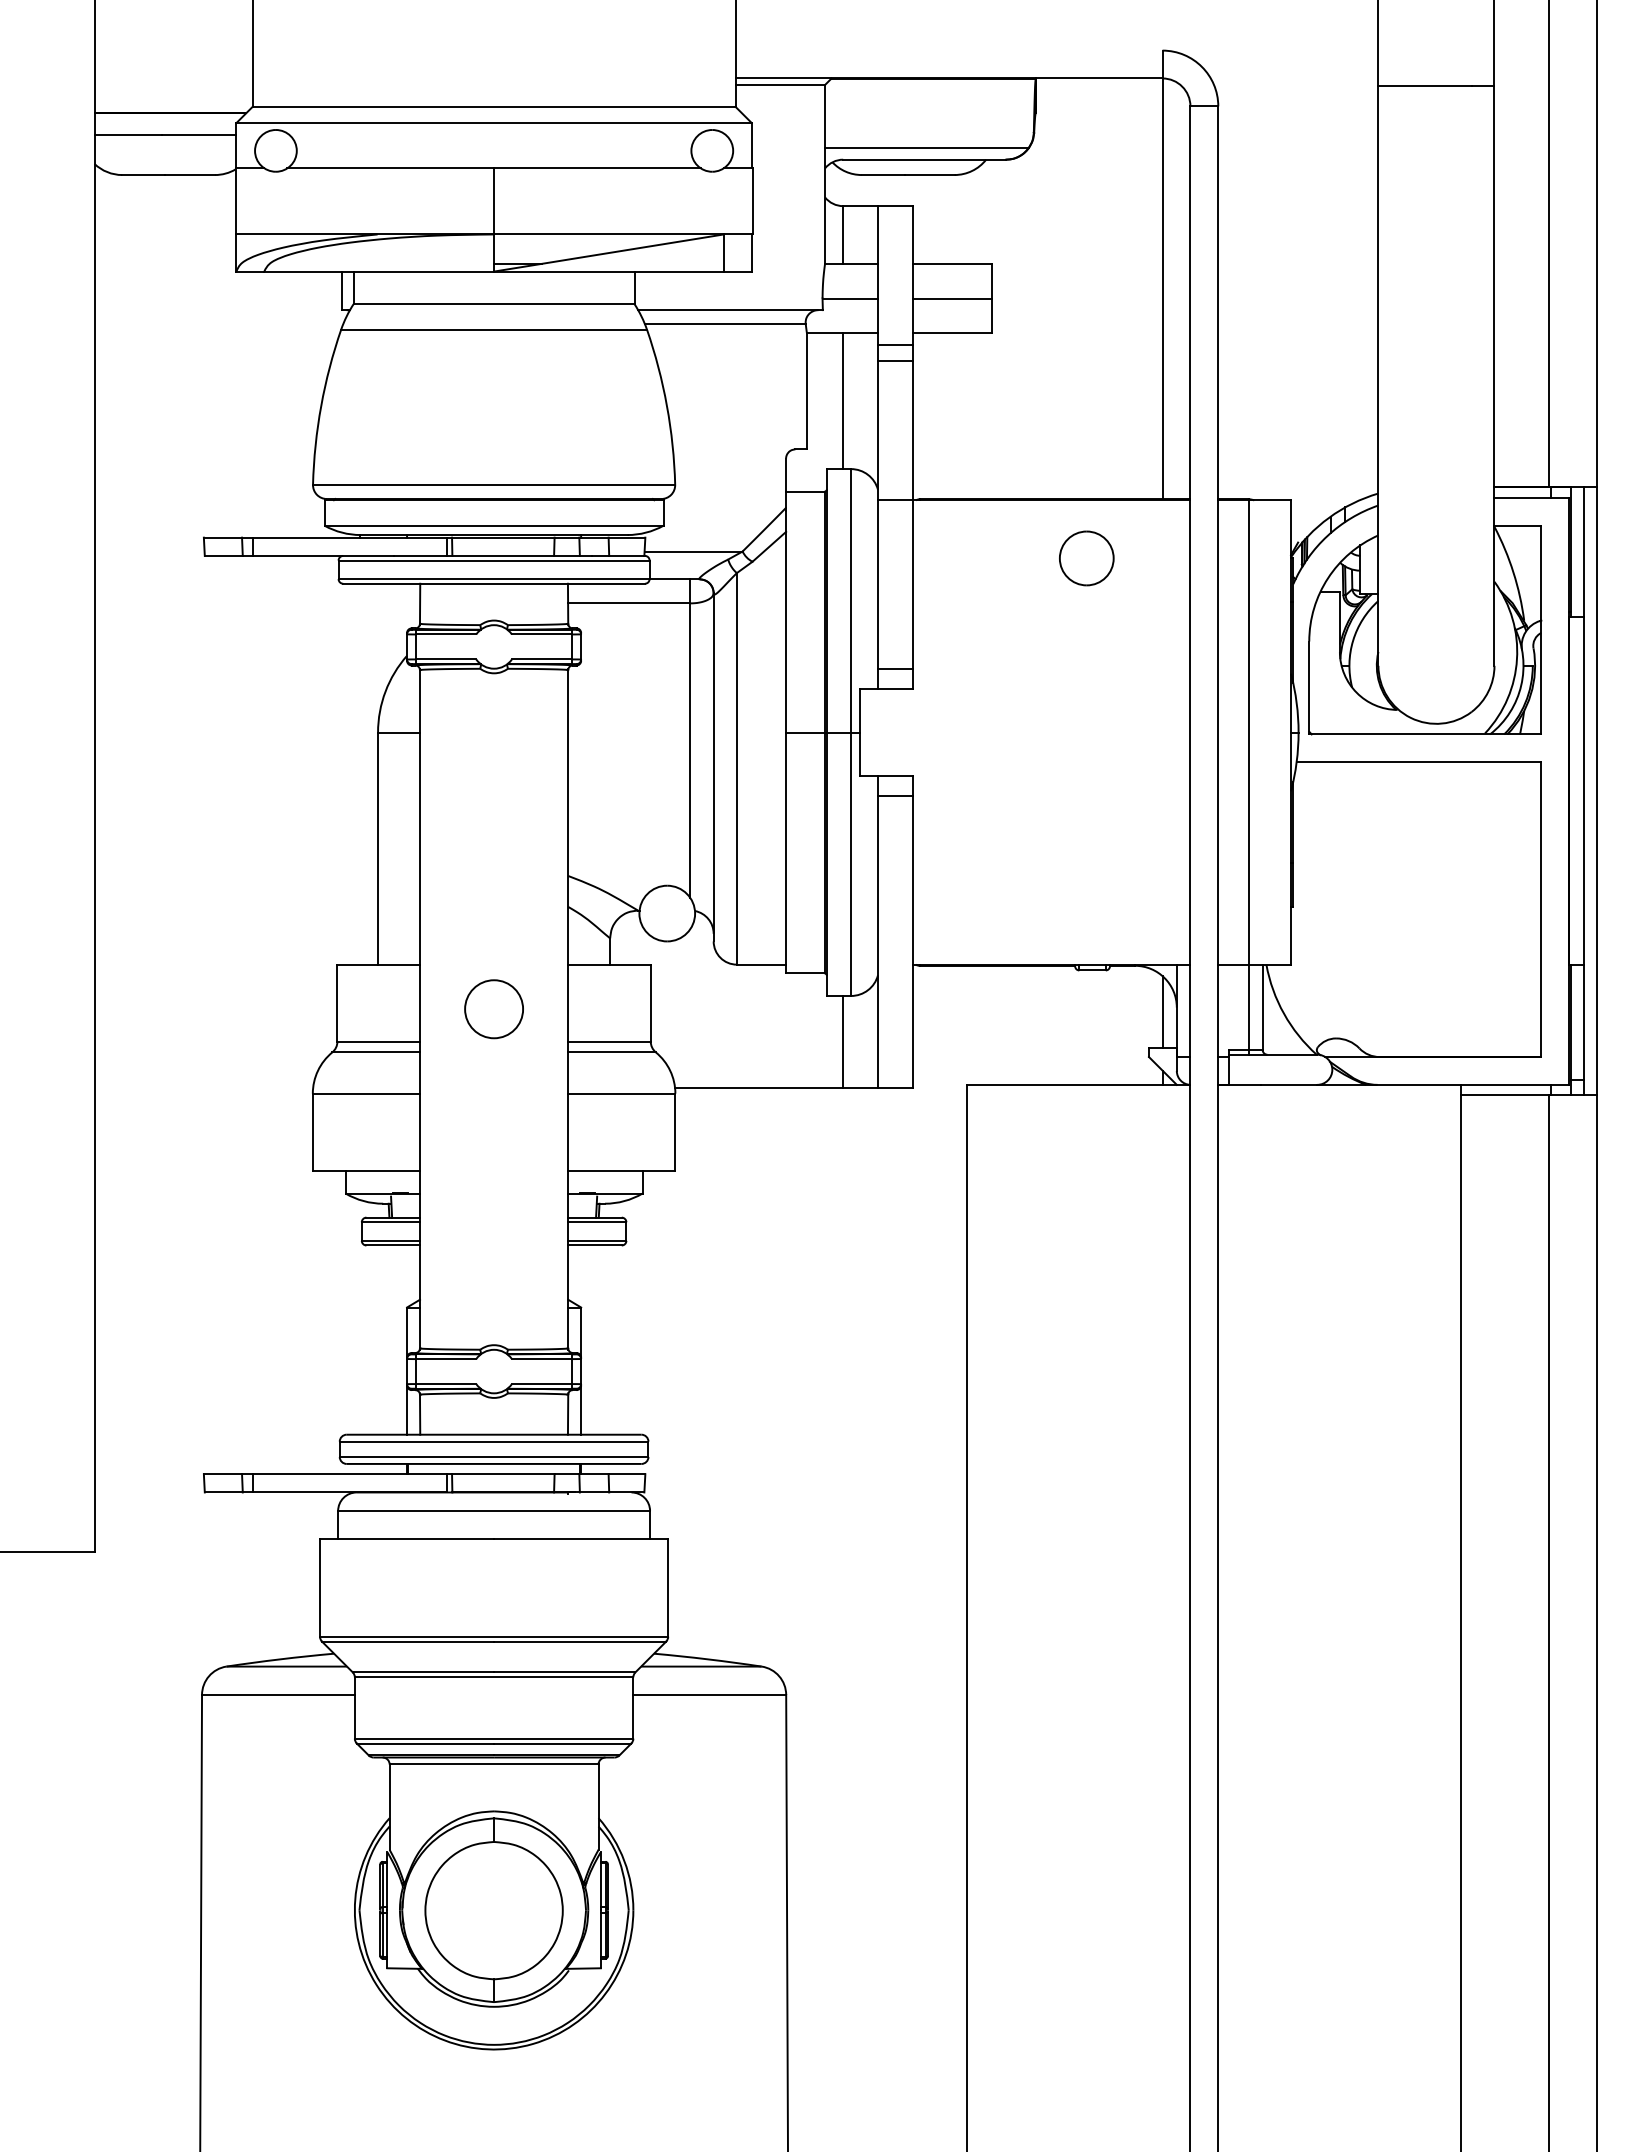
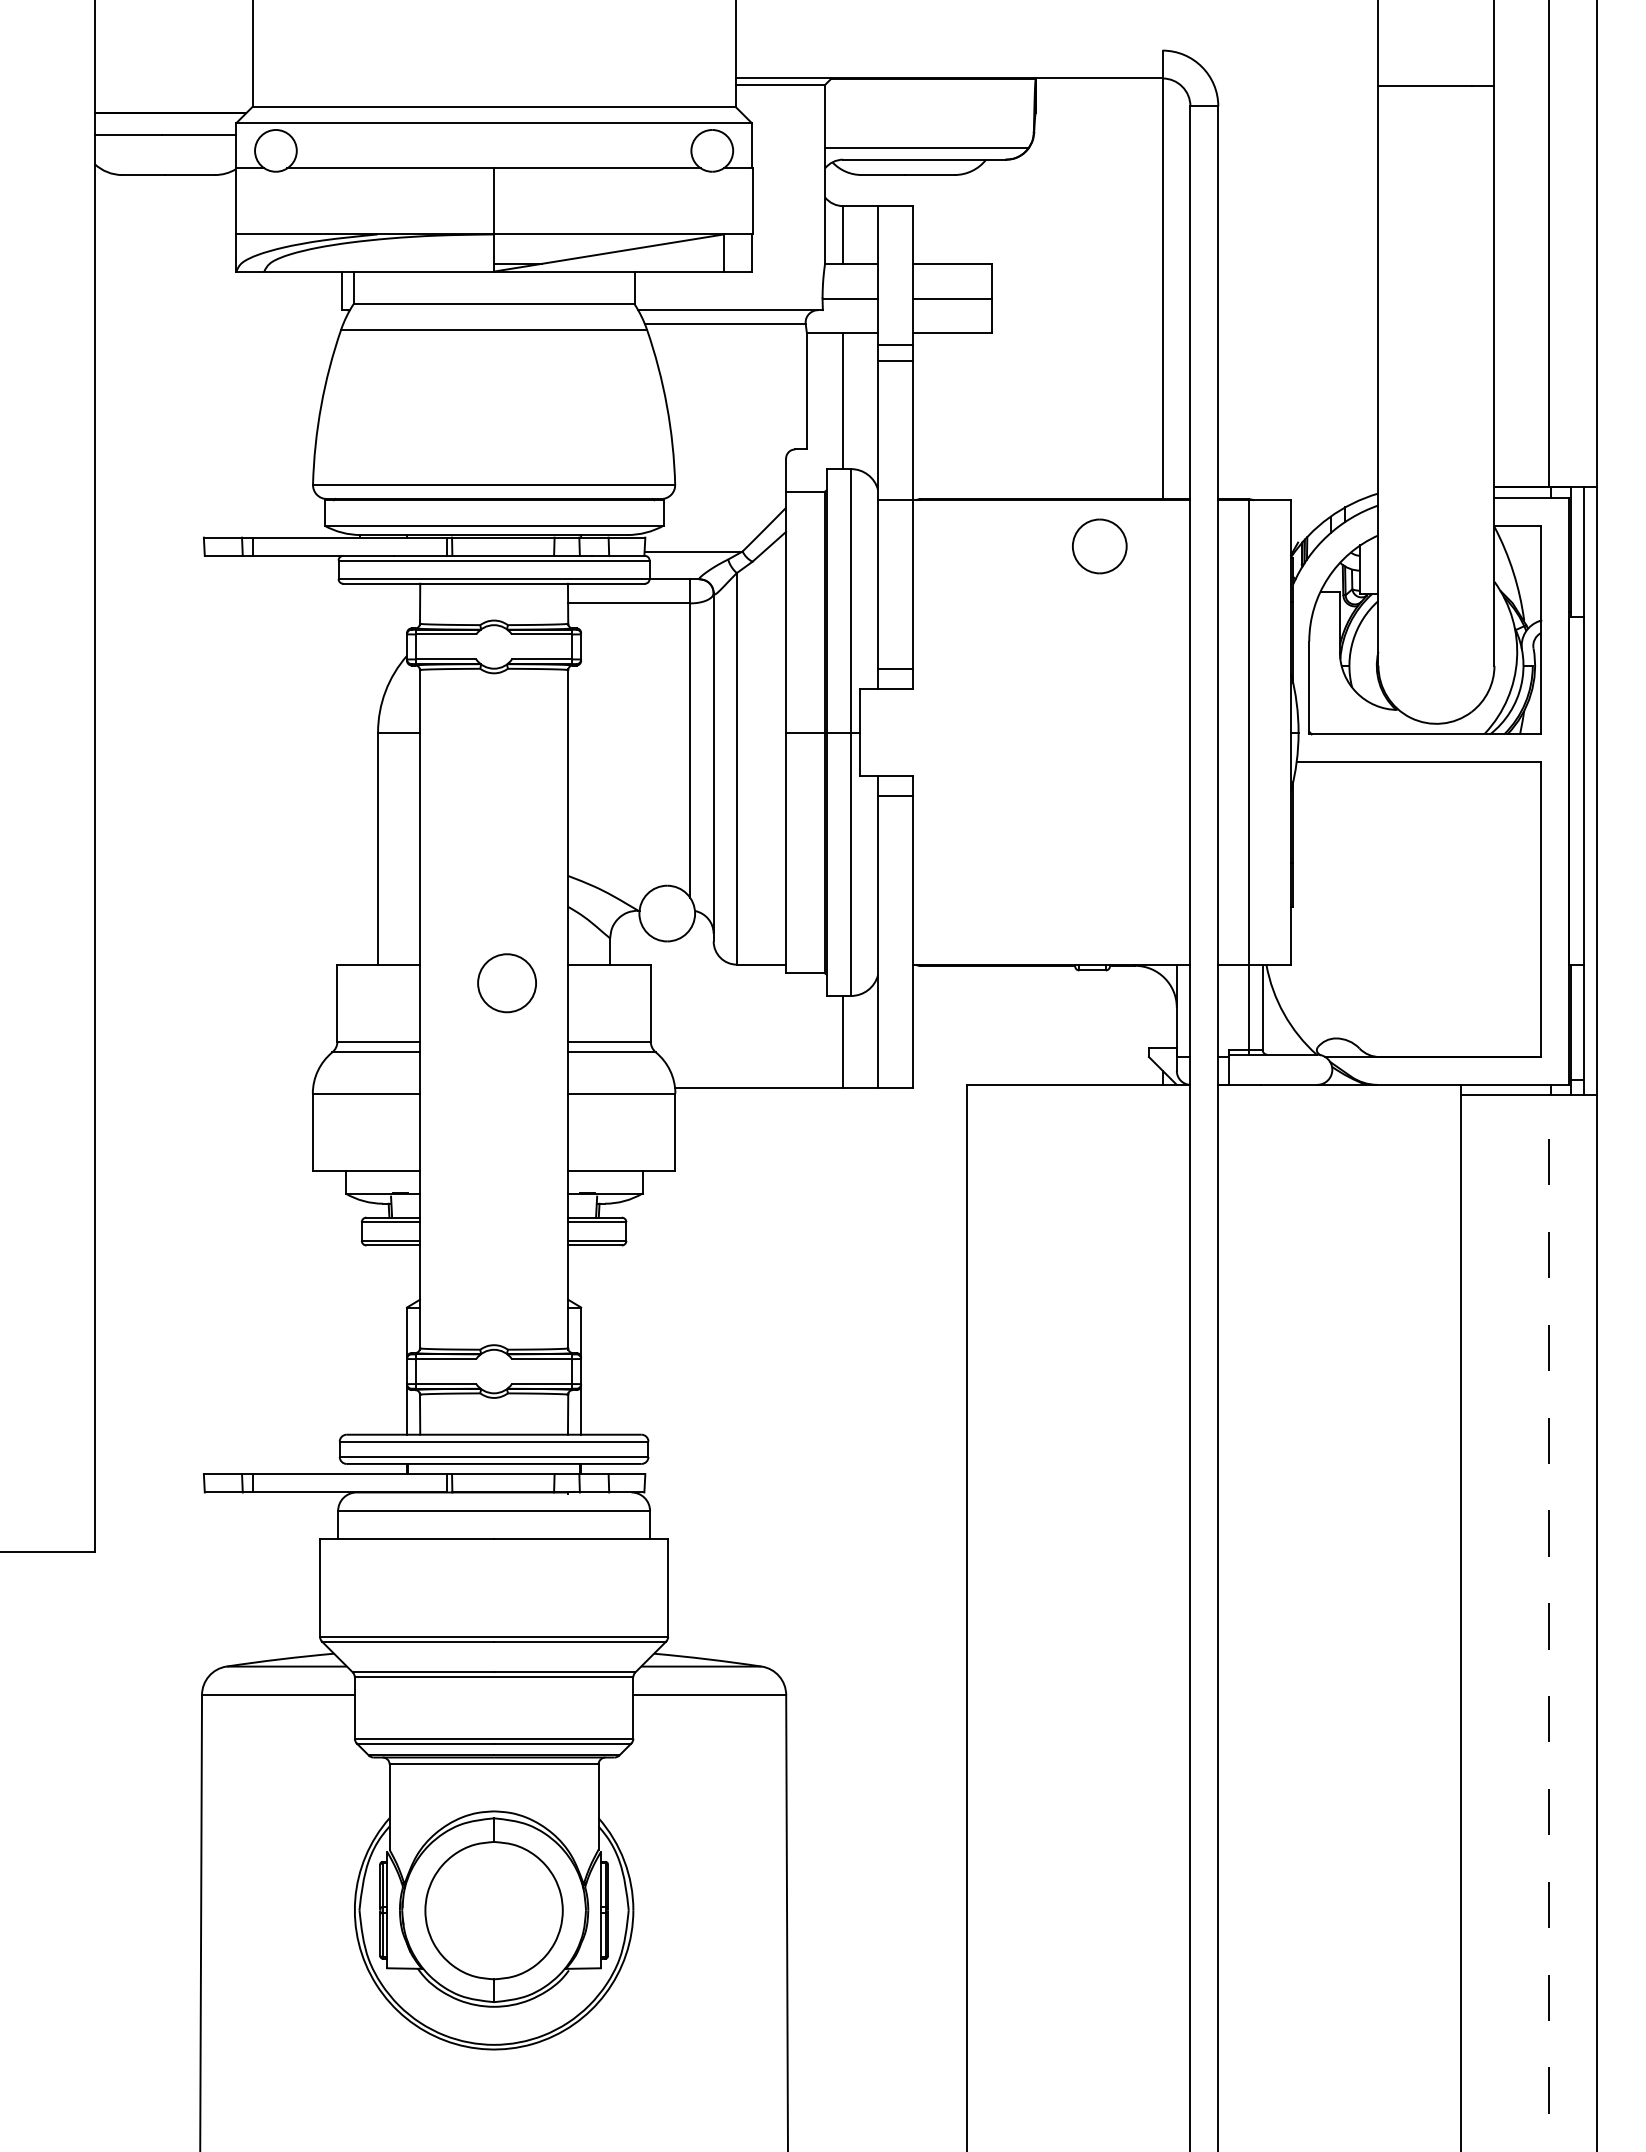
part at (1086, 558) position: (1086, 558) -> (1099, 546)
circle at (493, 1009) position: (493, 1009) -> (506, 983)
line at (1162, 1011): present -> none
line at (1549, 1623): solid -> dashed
